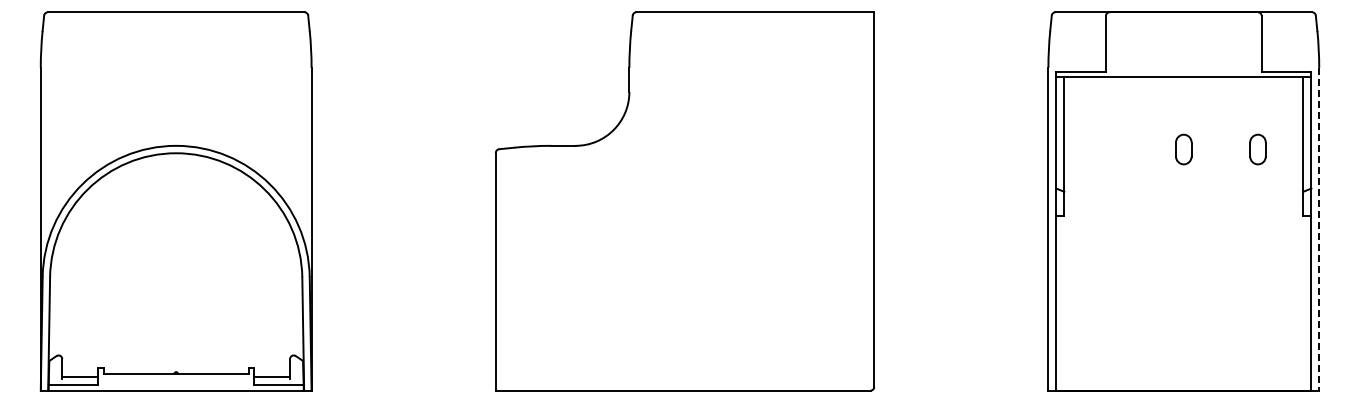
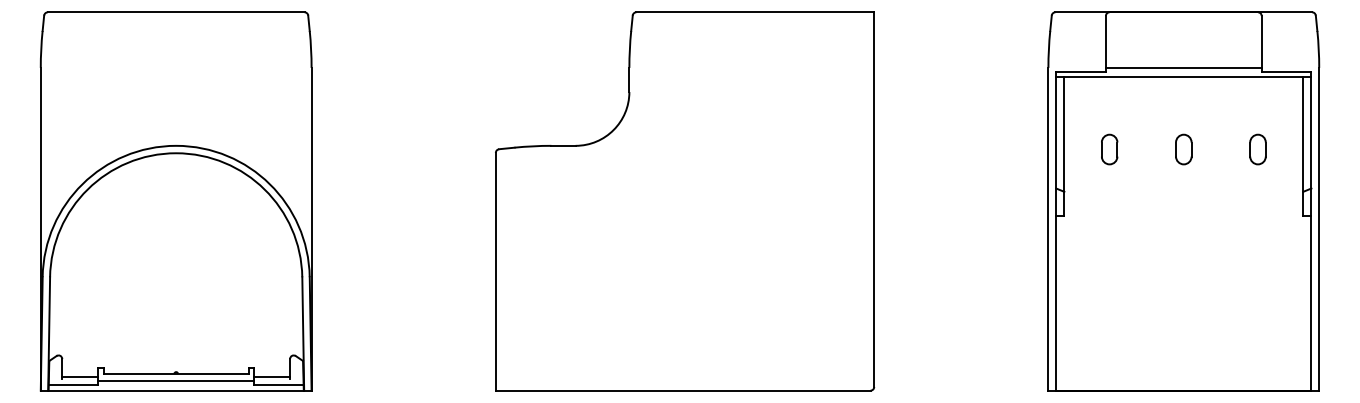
line at (1183, 67): none -> present
part at (1109, 149): none -> present
line at (1319, 229): dashed -> solid
line at (176, 381): none -> present
